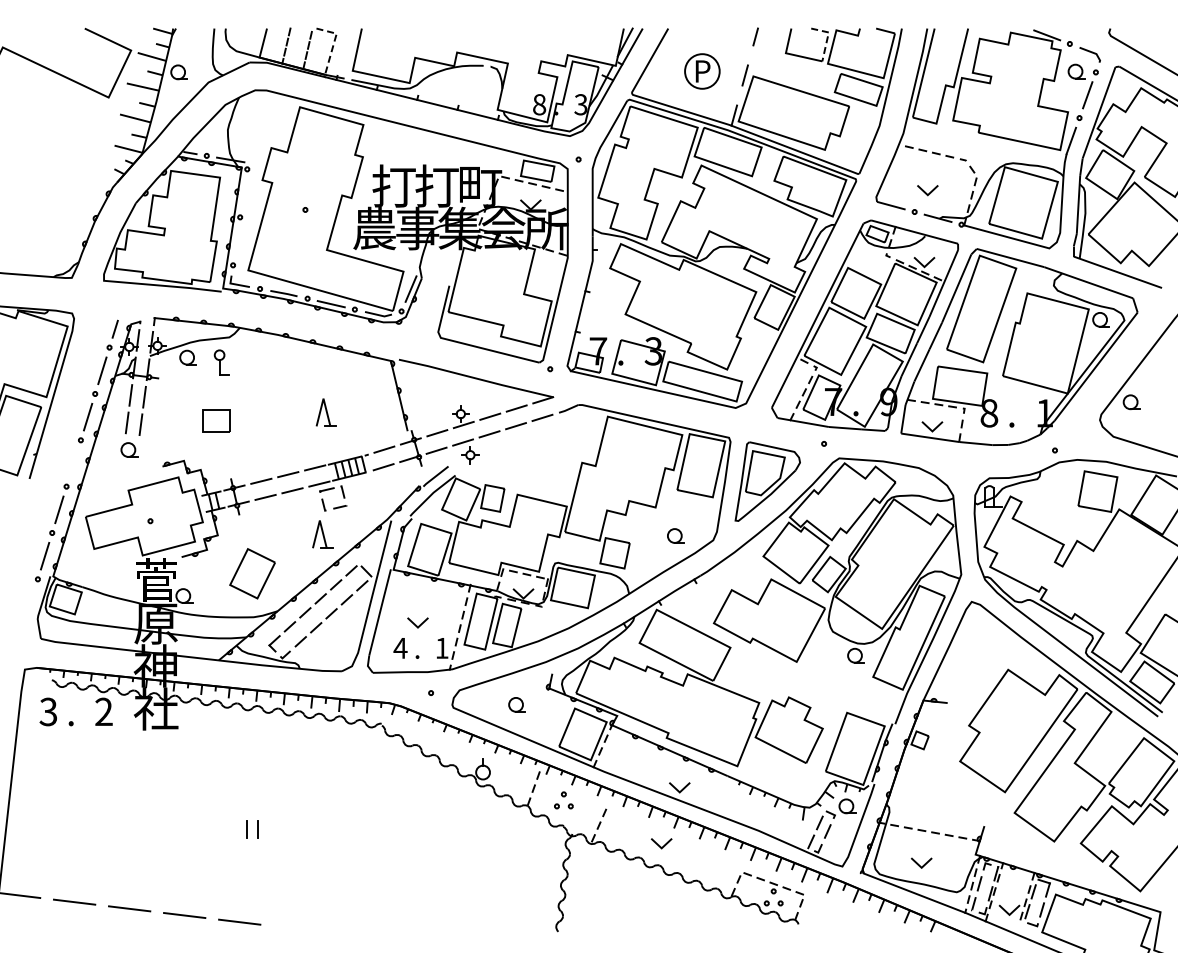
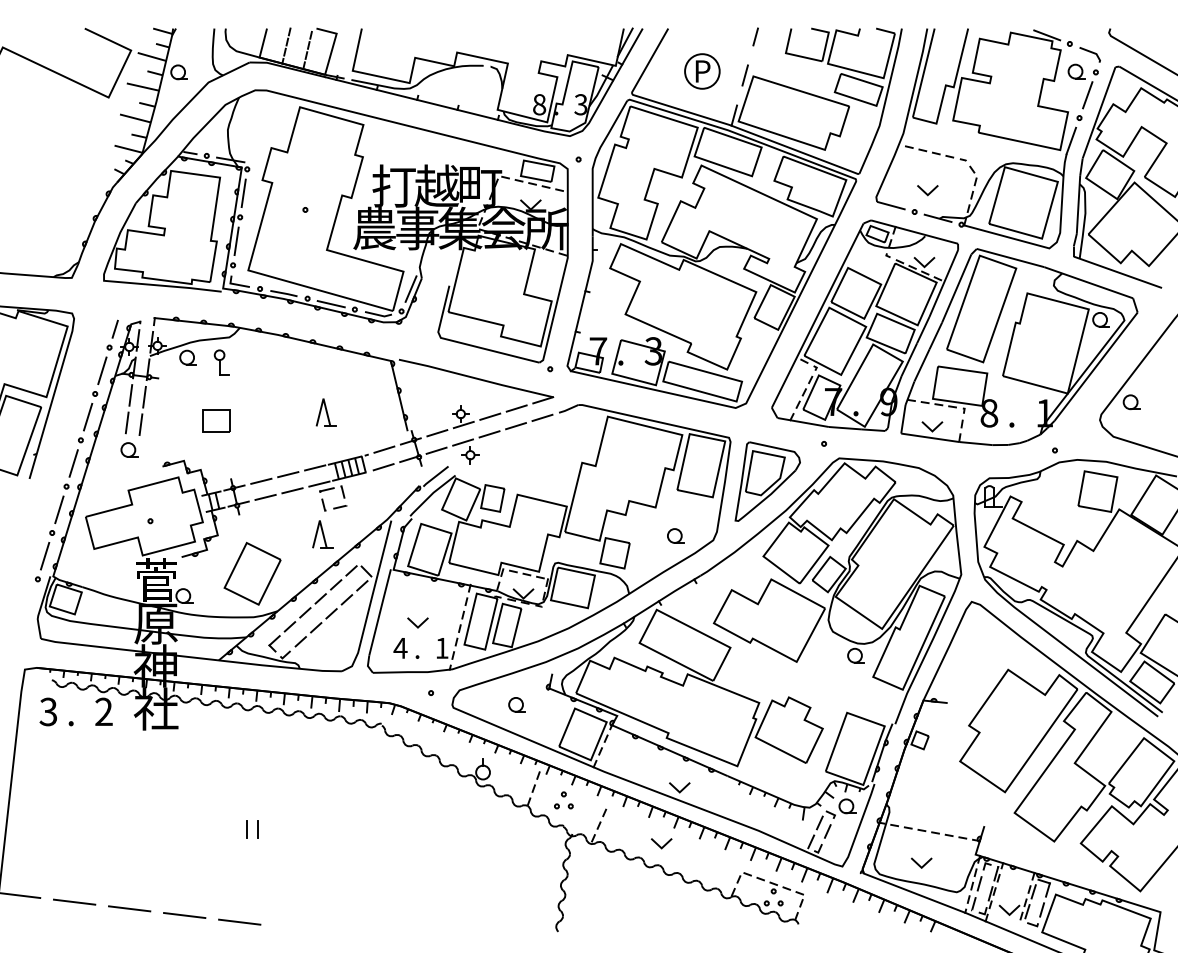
line at (827, 37): dashed -> solid
line at (333, 44): dashed -> solid
text at (436, 185): 打 -> 越
line at (243, 193): none -> present
line at (236, 241): none -> present
line at (73, 463): none -> present
part at (252, 573) size: 47x52 px -> 59x65 px
